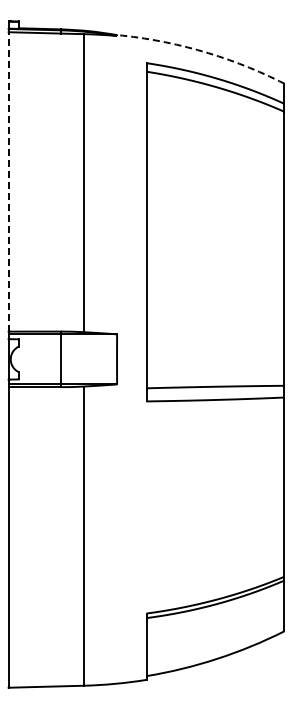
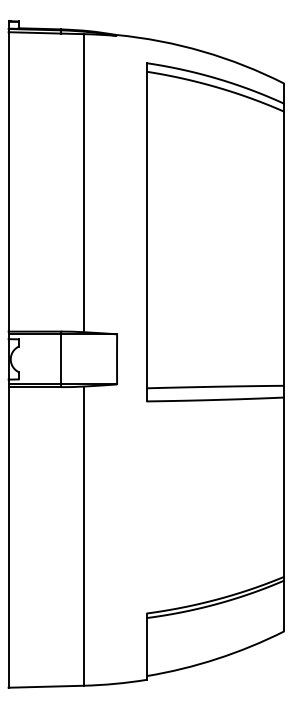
arc at (202, 51): dashed -> solid
line at (8, 181): dashed -> solid
